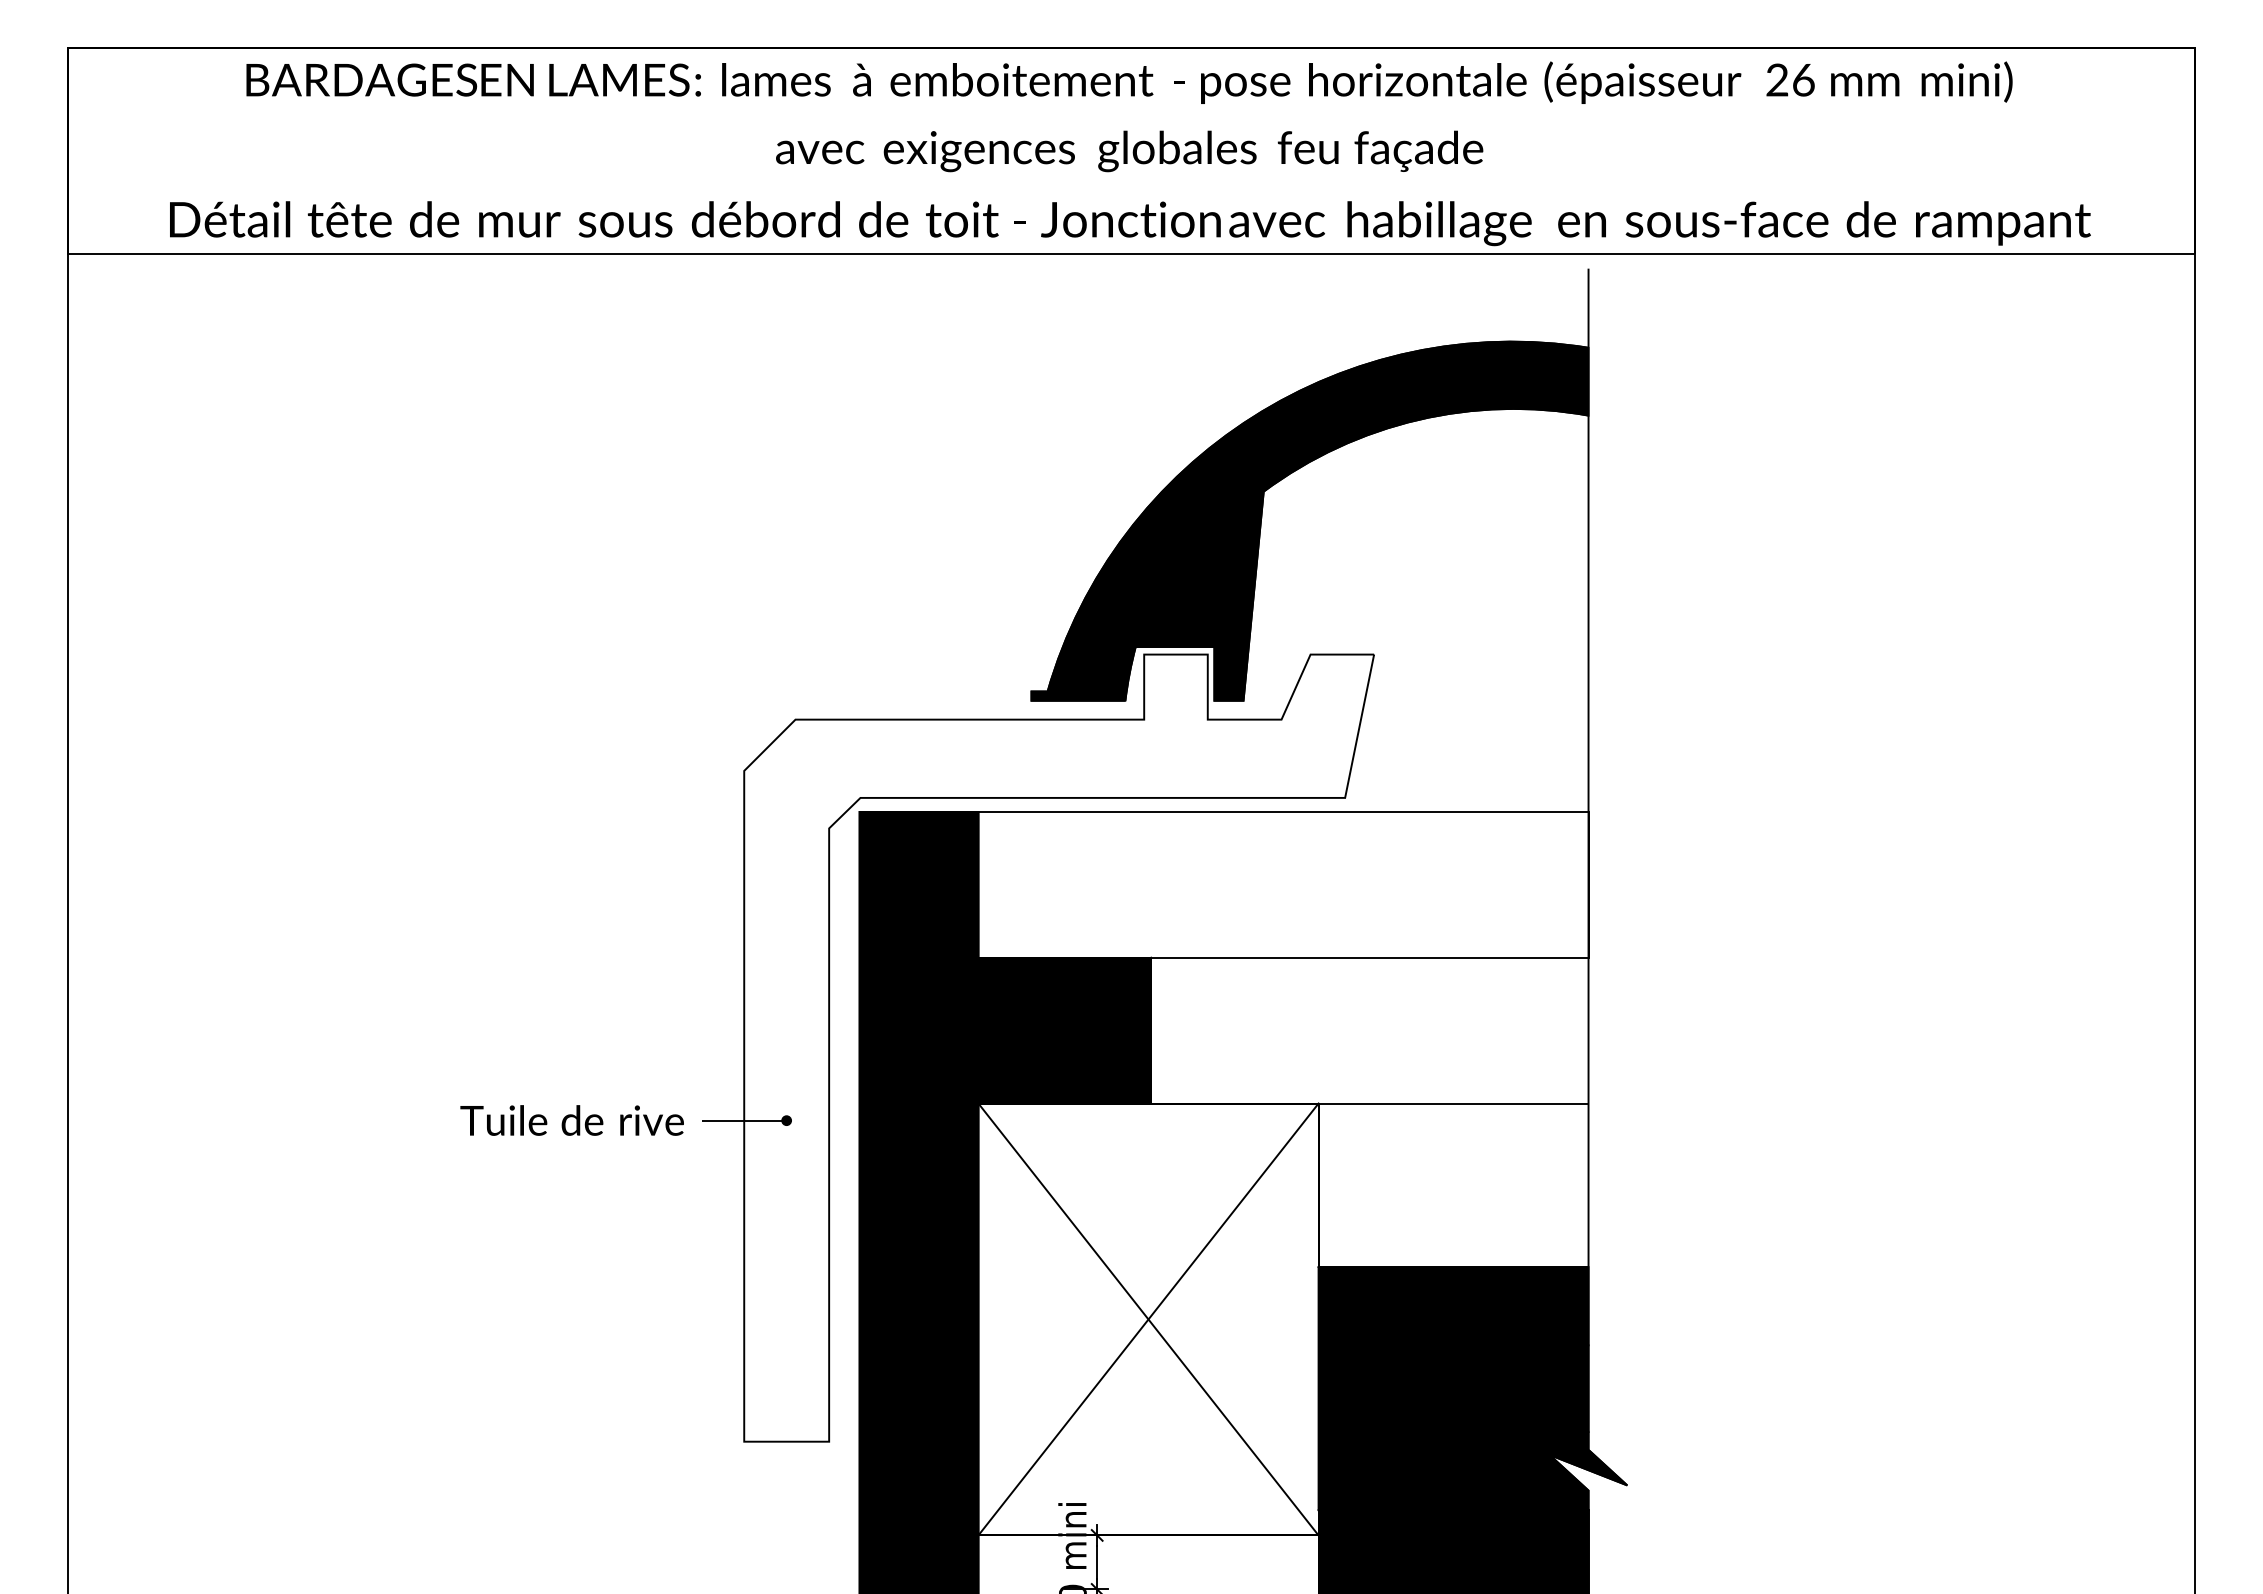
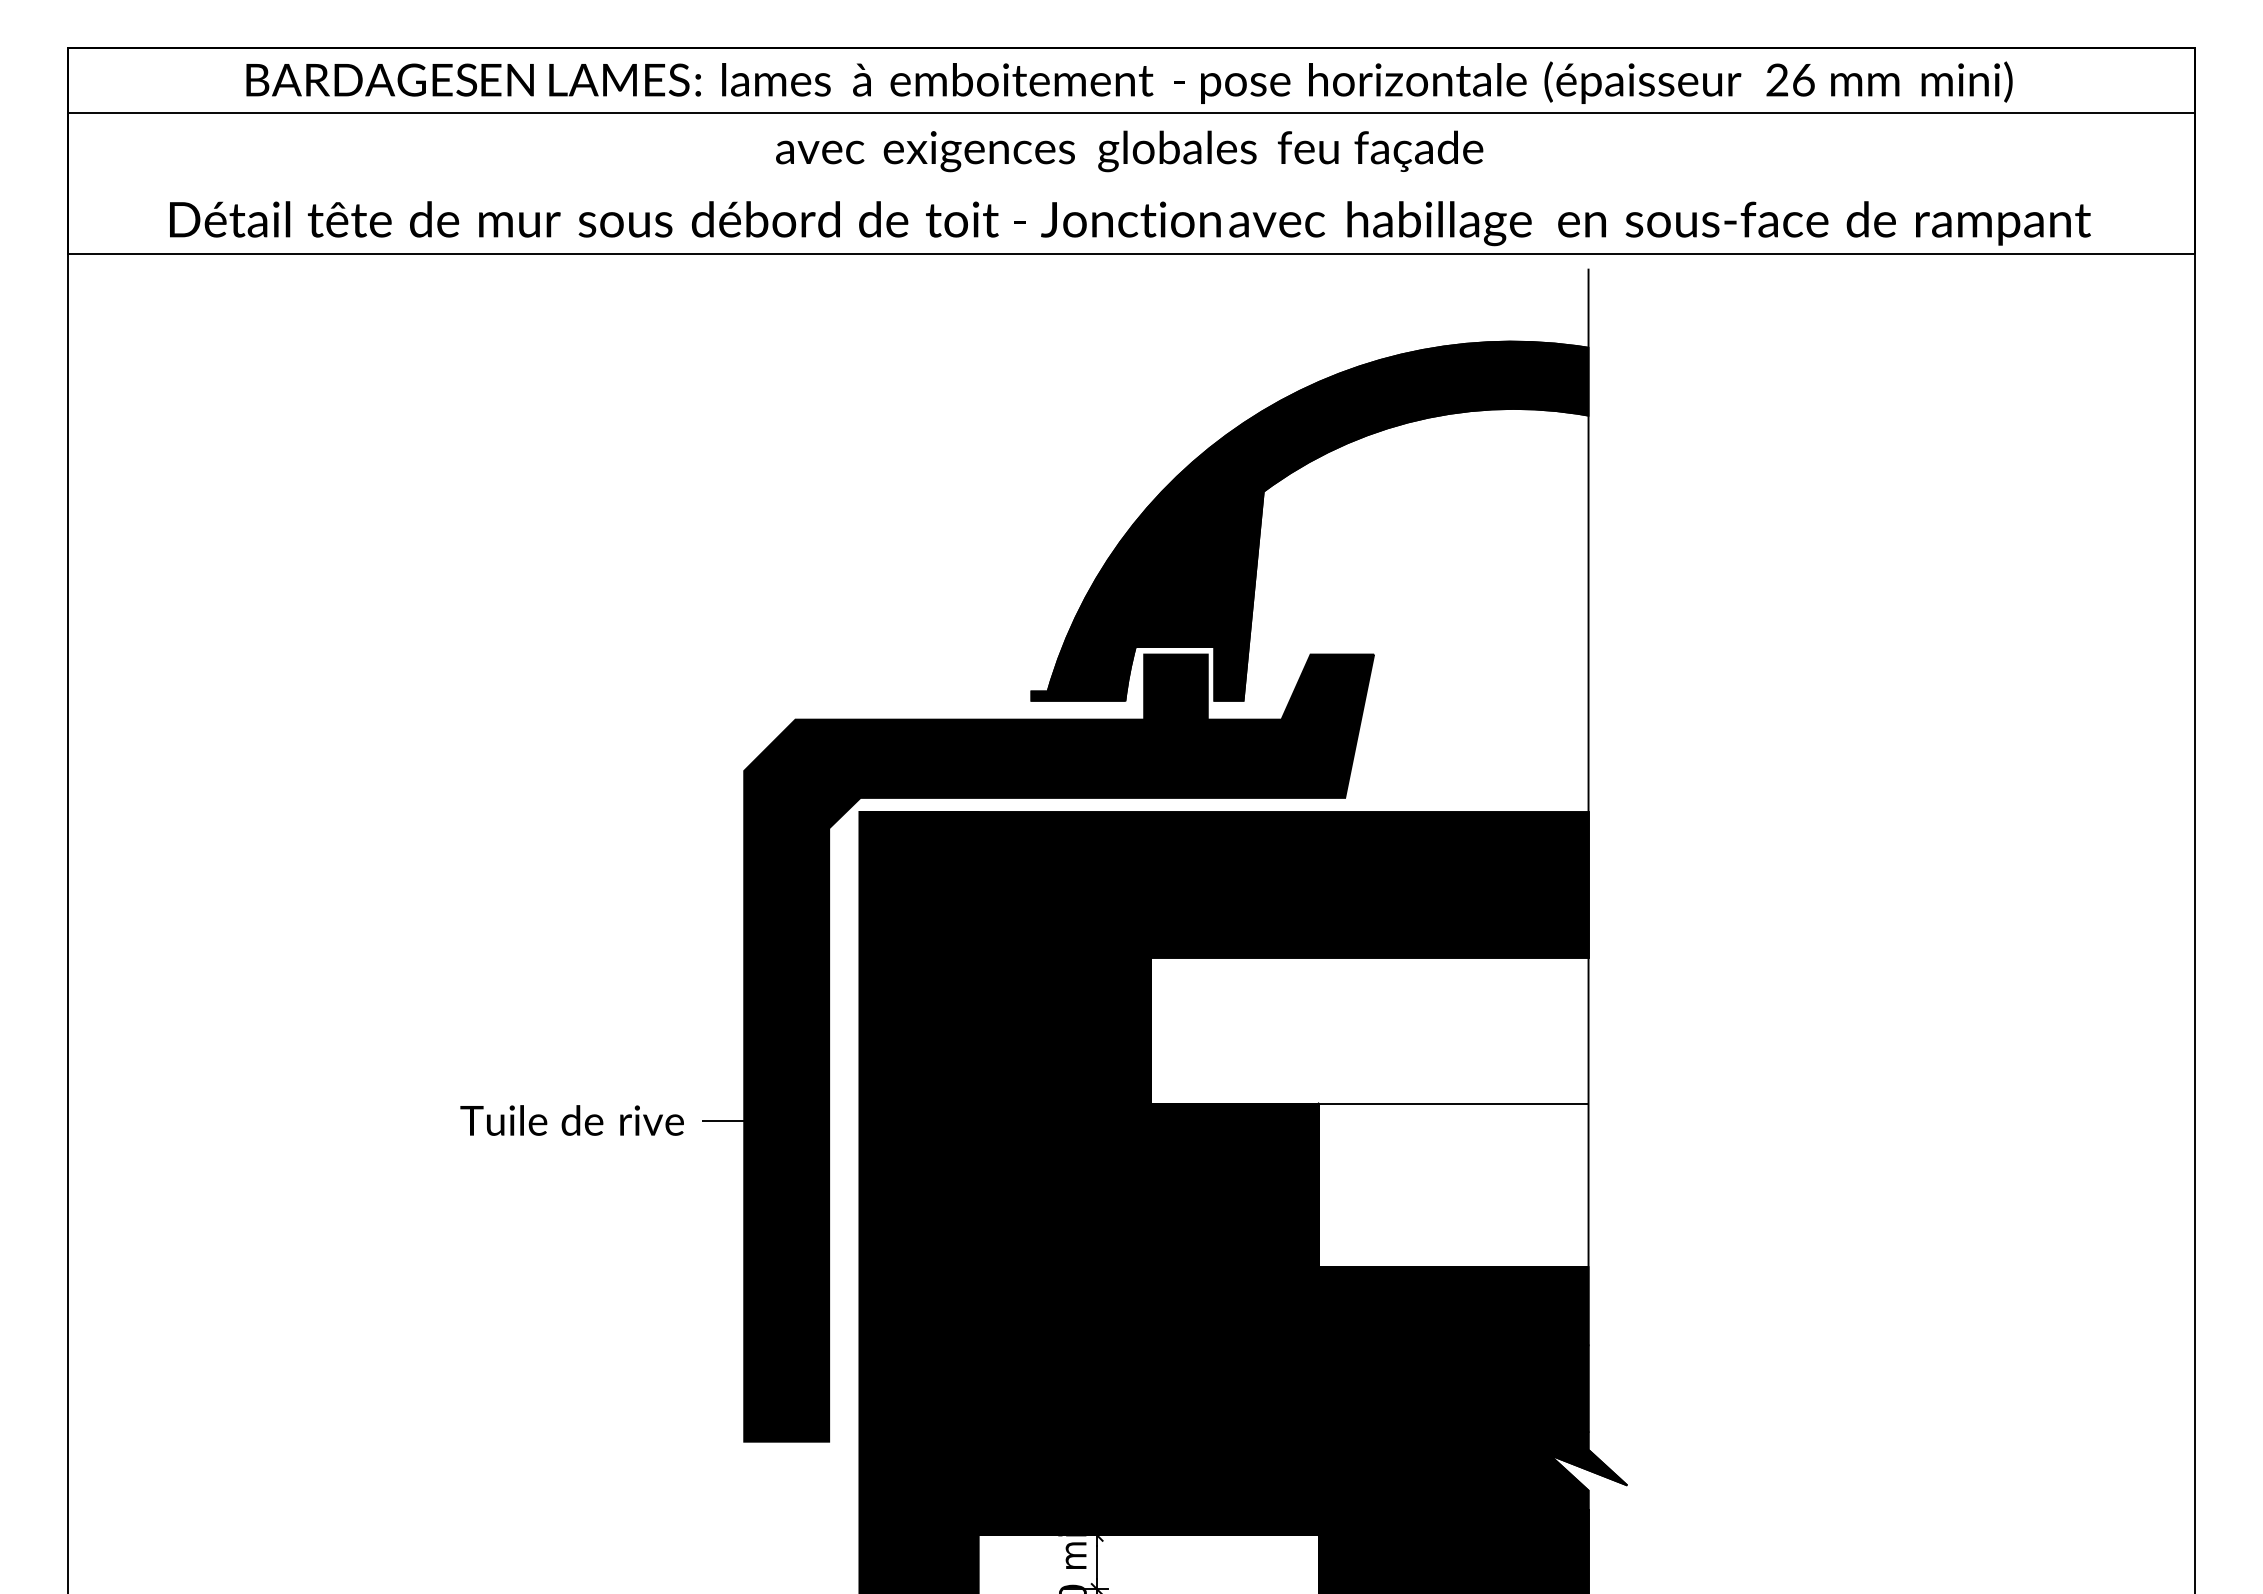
line at (1131, 112): none -> present
fill at (1283, 884): none -> present
fill at (1059, 1047): none -> present
fill at (1148, 1319): none -> present
